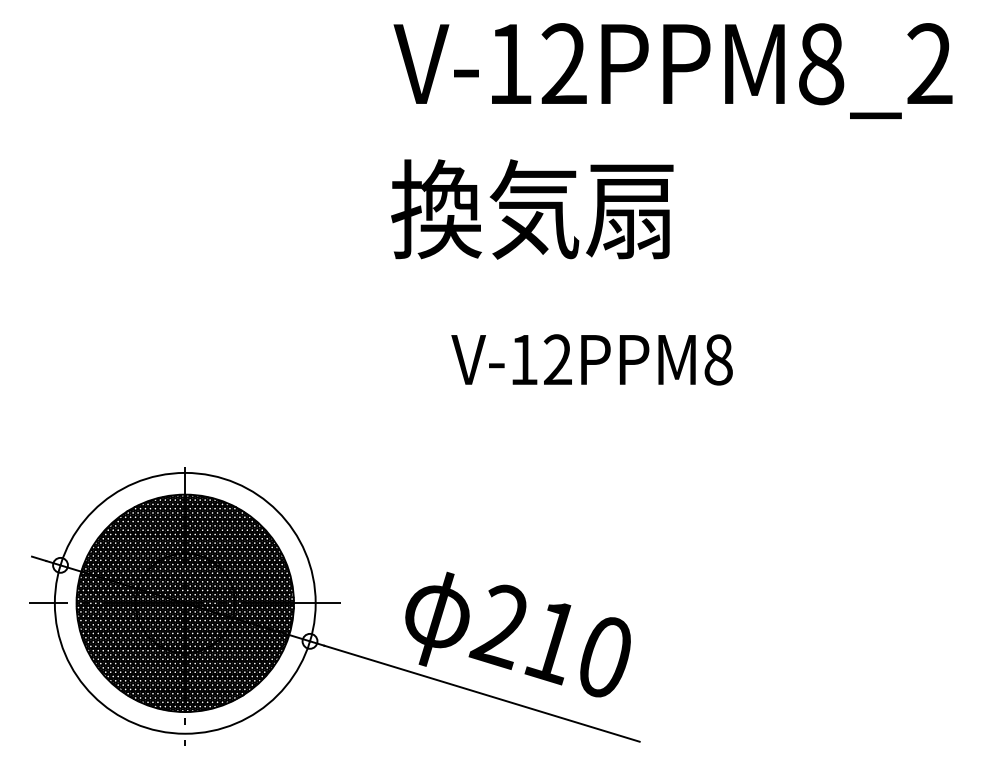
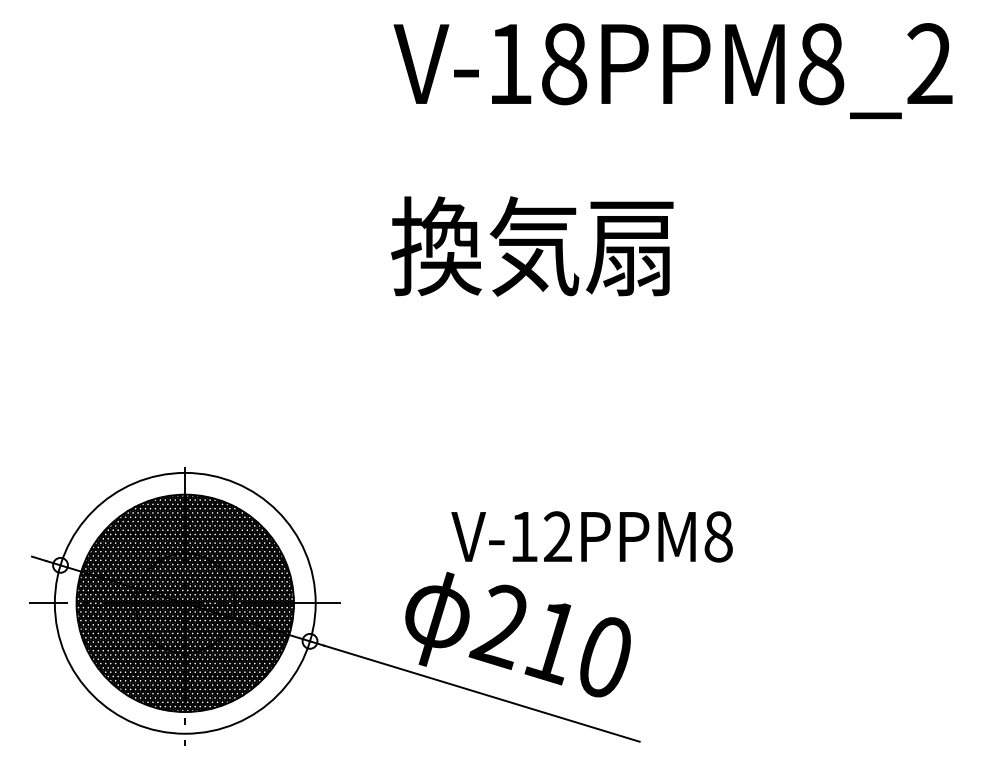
text at (564, 64): V-12PPM8_2 -> V-18PPM8_2
text at (532, 209) position: (532, 209) -> (532, 246)
text at (591, 359) position: (591, 359) -> (591, 536)
